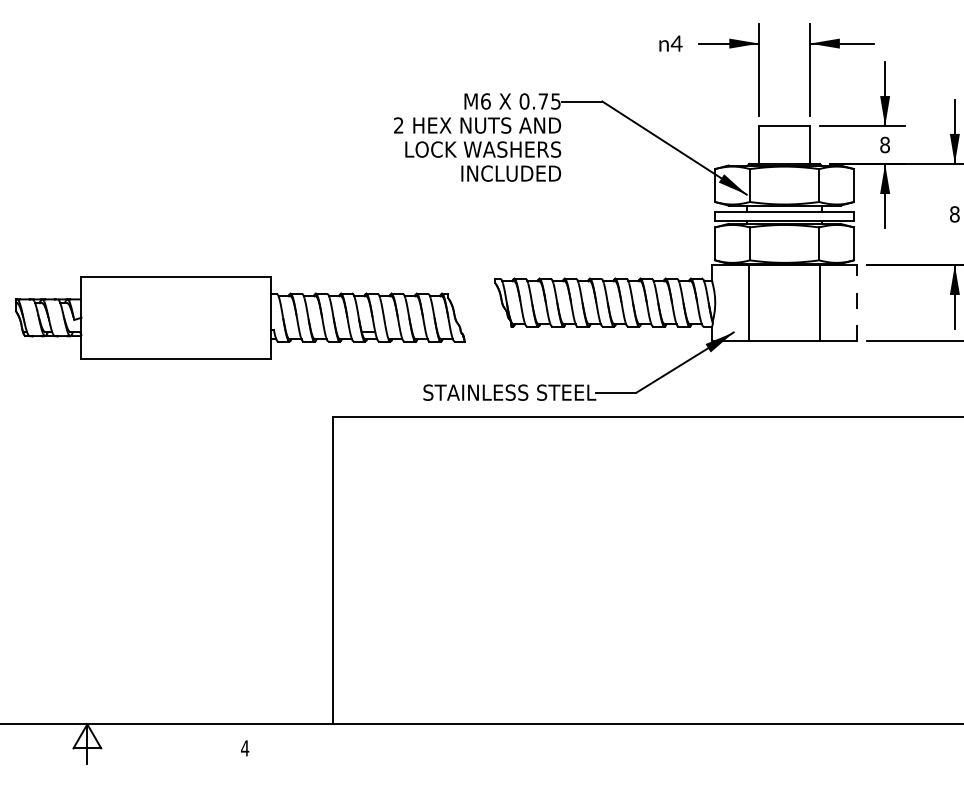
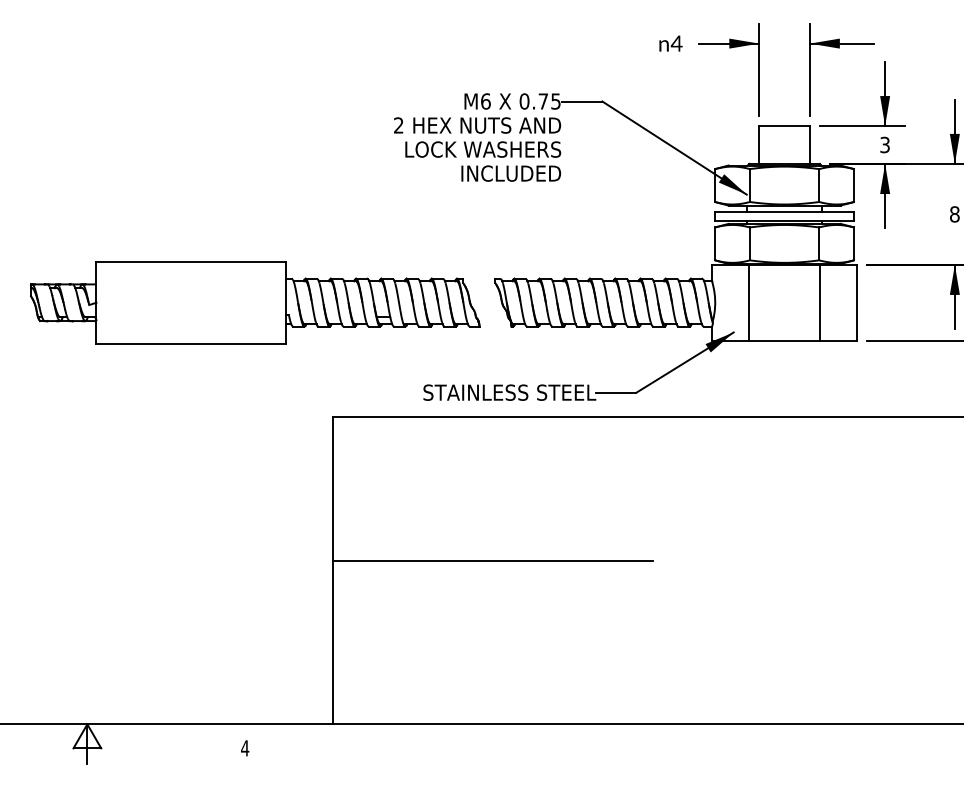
text at (884, 144): 8 -> 3
line at (857, 302): dashed -> solid
part at (240, 317) position: (240, 317) -> (255, 302)
line at (492, 560): none -> present
